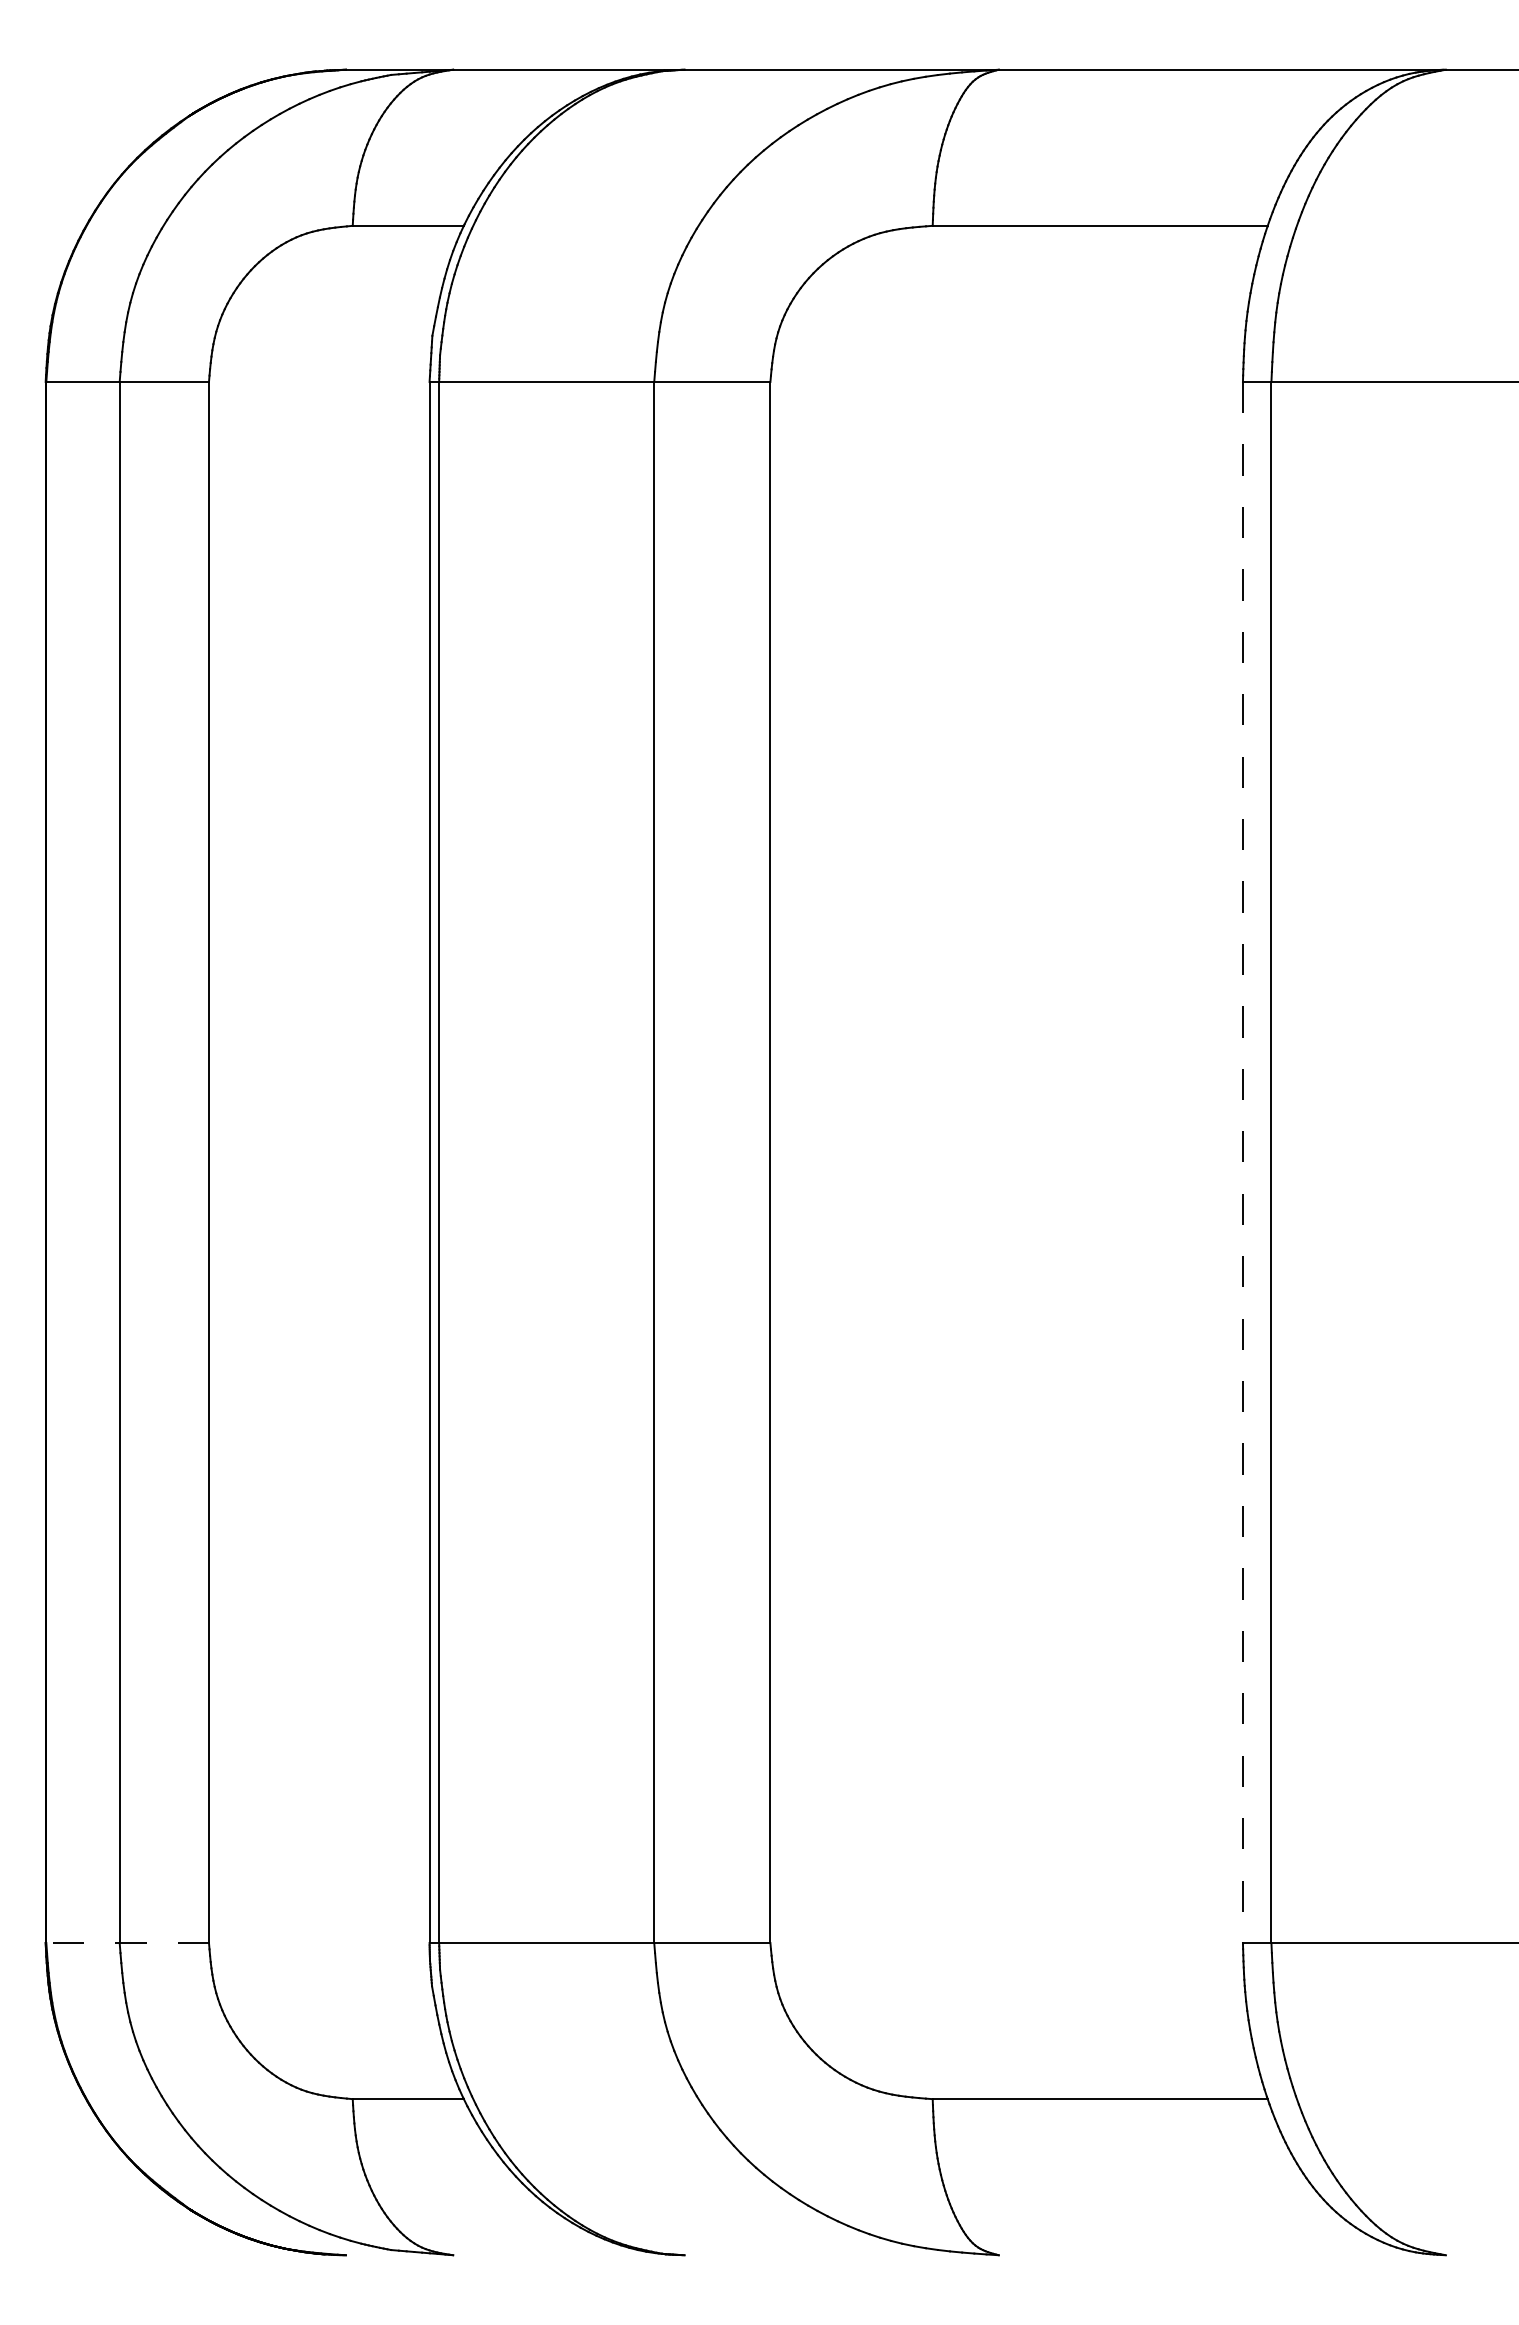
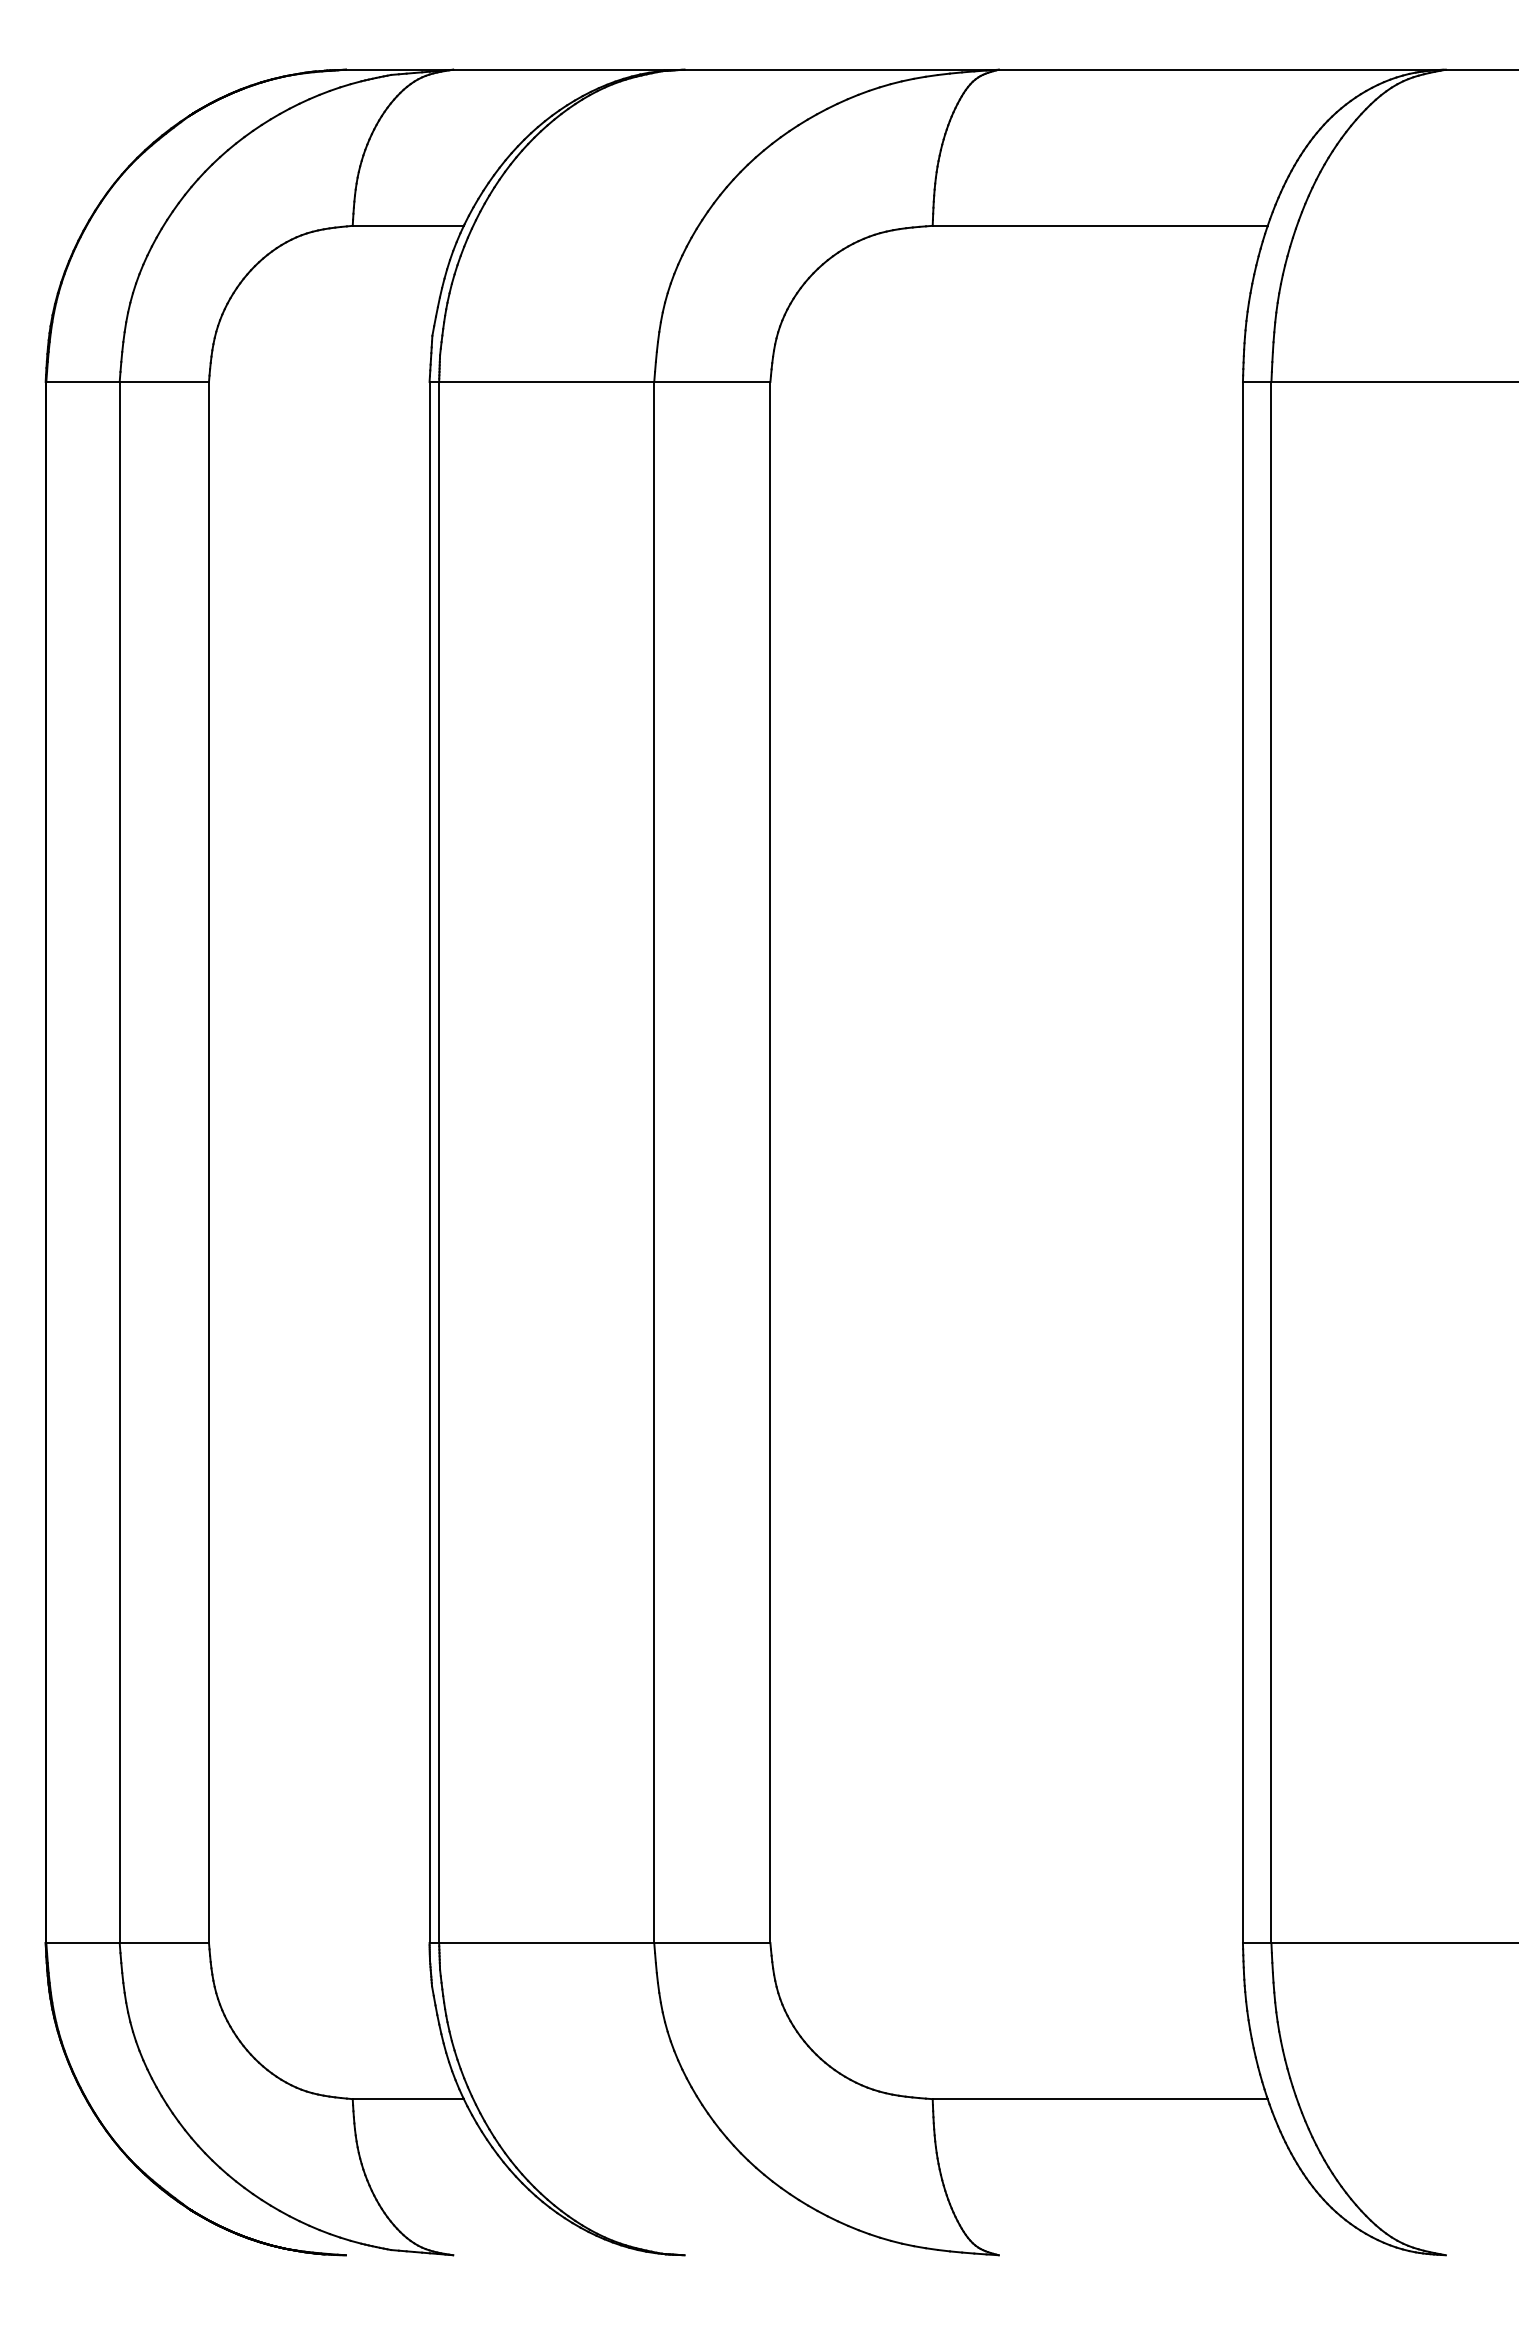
line at (1242, 1162): dashed -> solid
line at (127, 1943): dashed -> solid
